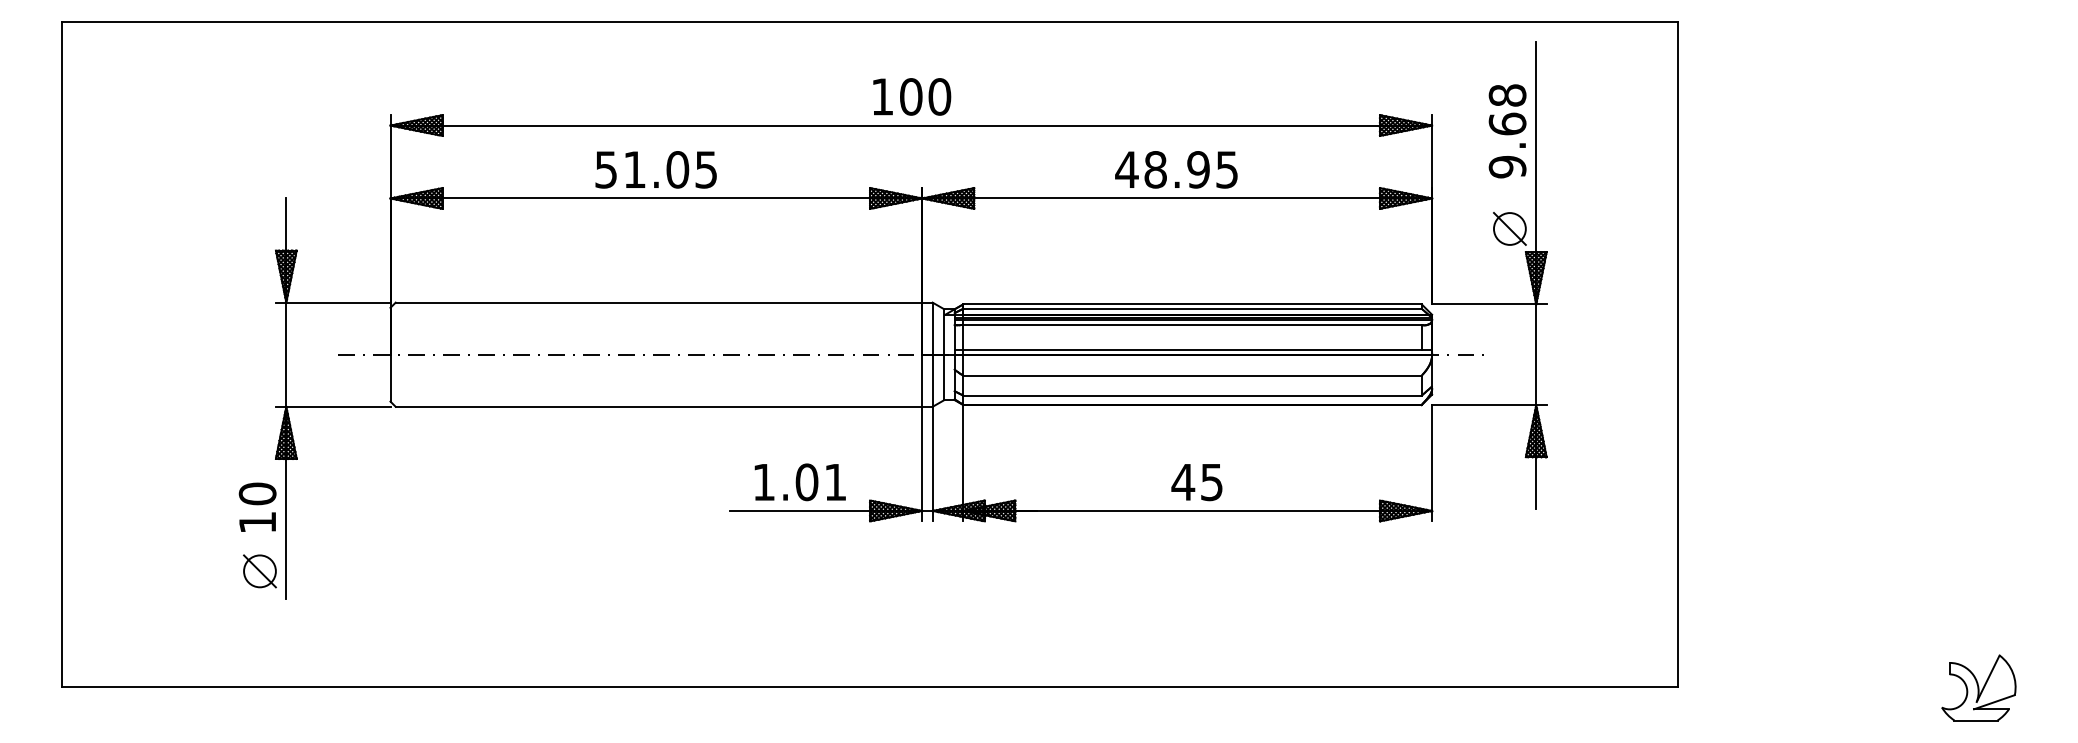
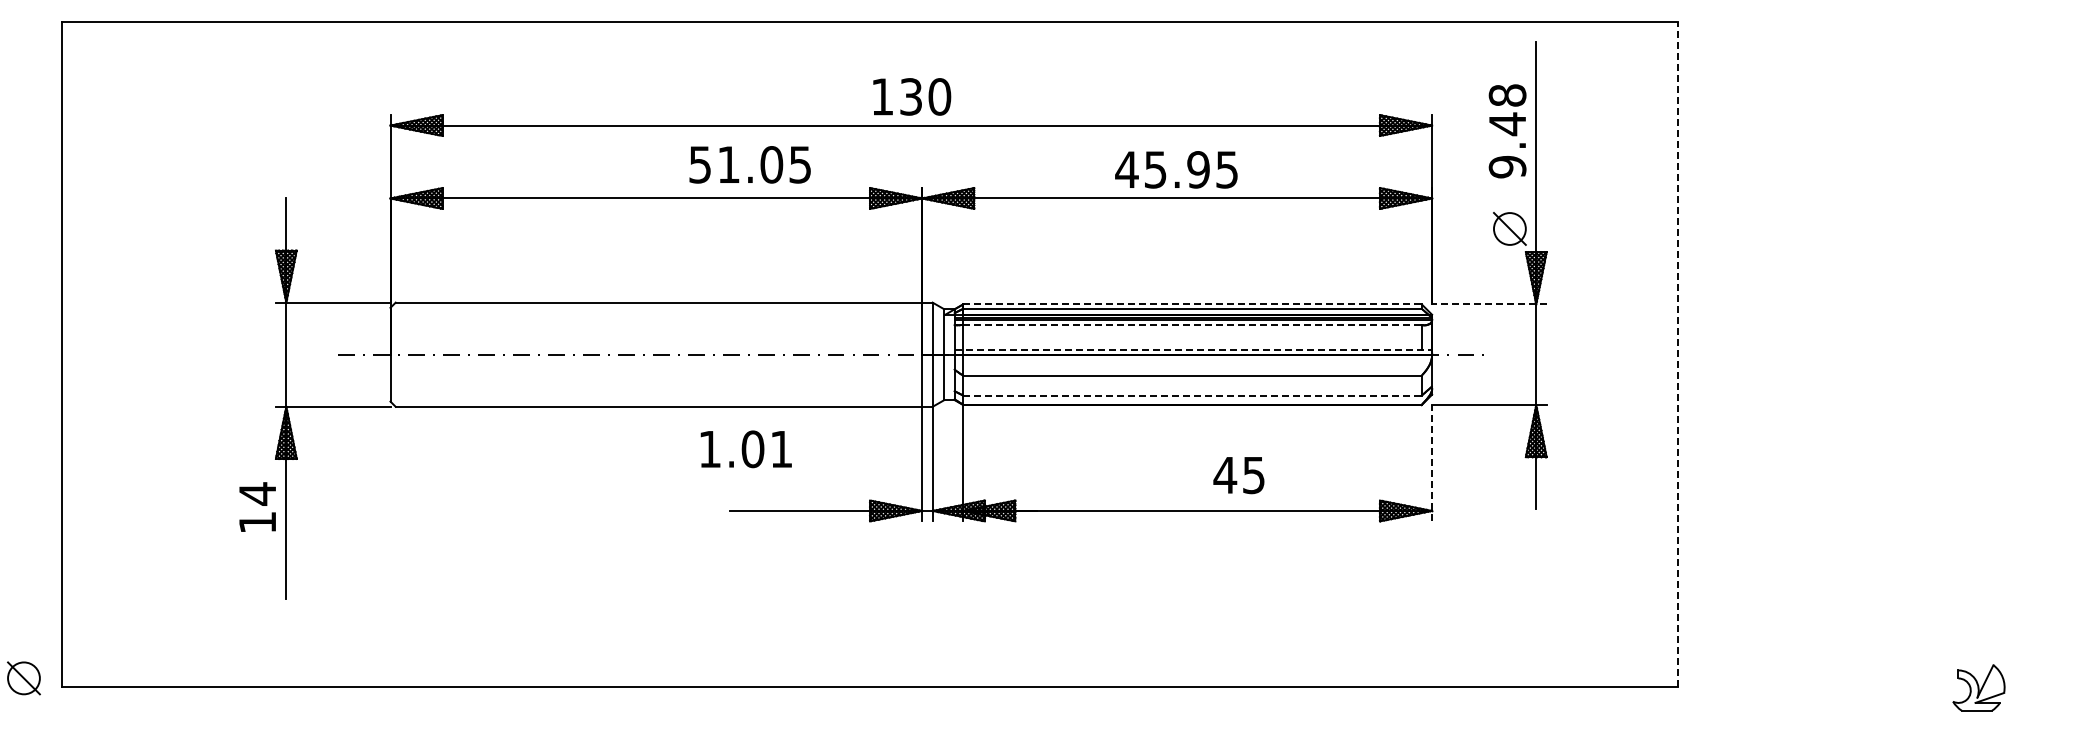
text at (911, 96): 100 -> 130
text at (1507, 124): 9.68 -> 9.48
text at (655, 169) position: (655, 169) -> (749, 164)
text at (1155, 169): 48.95 -> 45.95
line at (1193, 304): solid -> dashed
line at (1488, 304): solid -> dashed
line at (1193, 325): solid -> dashed
line at (1193, 349): solid -> dashed
line at (1677, 354): solid -> dashed
line at (1193, 395): solid -> dashed
line at (1432, 462): solid -> dashed
text at (799, 482) position: (799, 482) -> (745, 449)
text at (1196, 482) position: (1196, 482) -> (1238, 475)
text at (257, 493): 10 -> 14
part at (259, 571) position: (259, 571) -> (23, 678)
part at (1978, 687) size: 76x68 px -> 54x48 px
